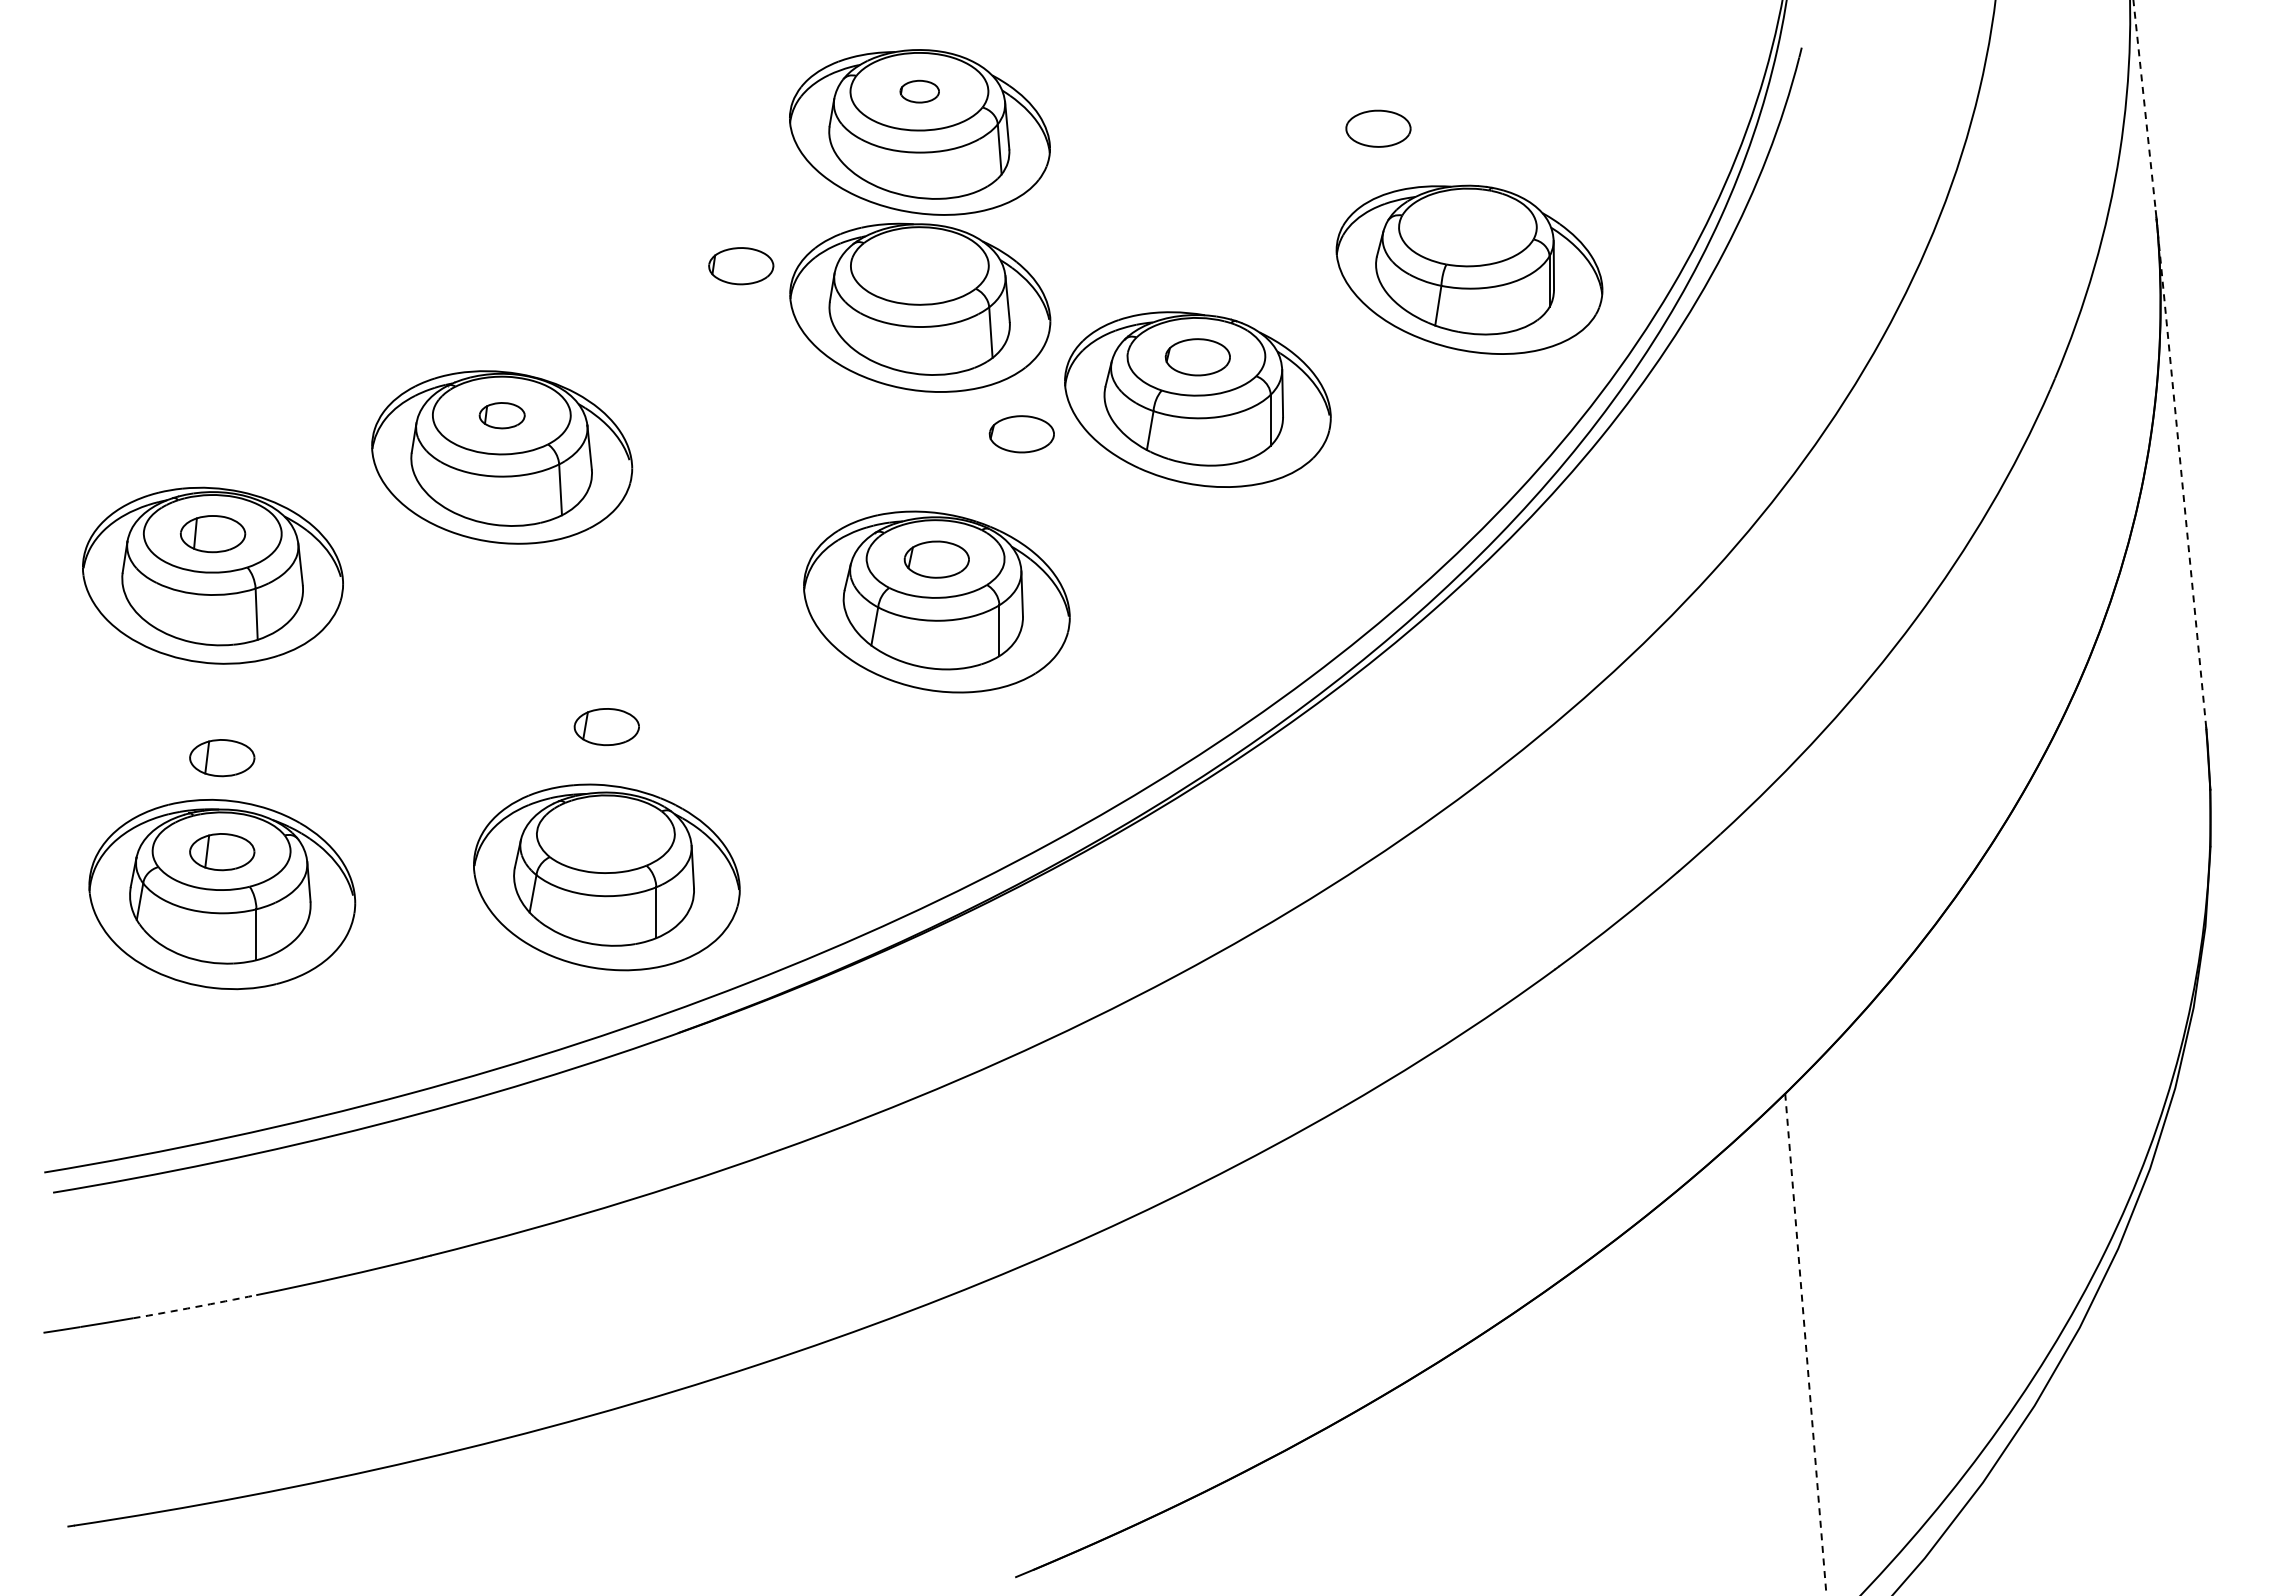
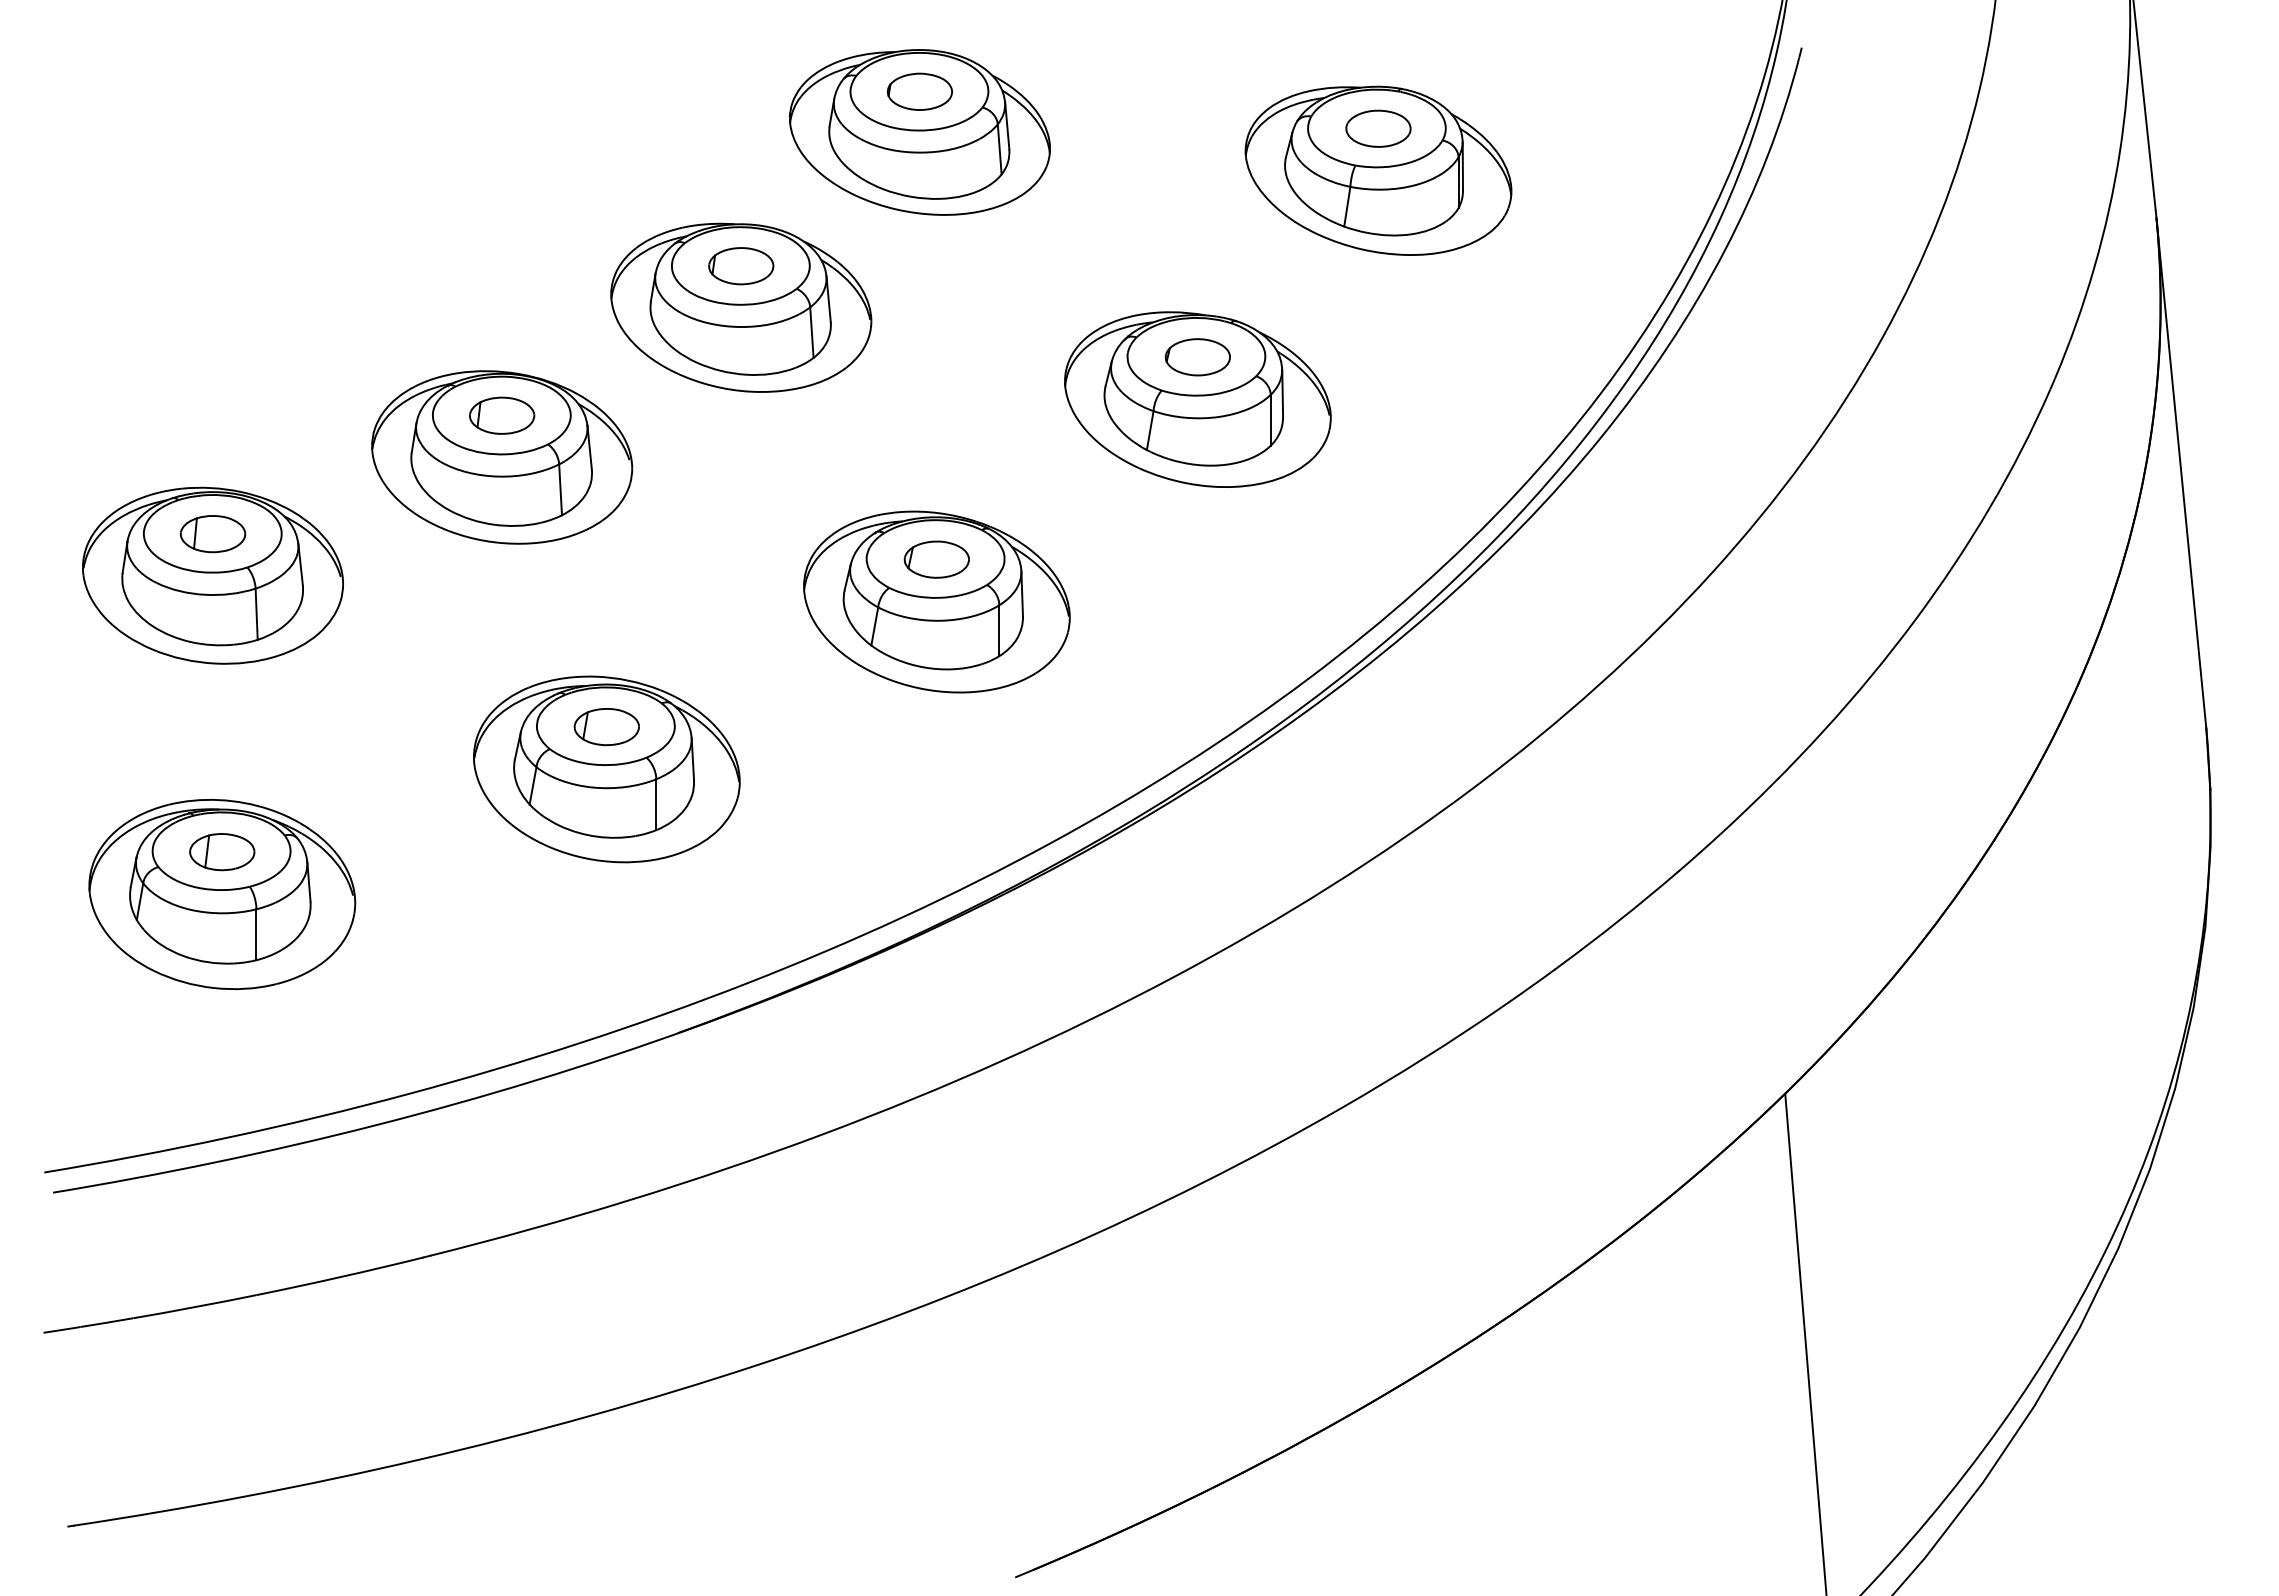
part at (919, 91) size: 41x25 px -> 67x39 px
line at (2144, 105): dashed -> solid
part at (1469, 269) position: (1469, 269) -> (1378, 170)
part at (920, 307) position: (920, 307) -> (741, 307)
part at (501, 415) size: 48x28 px -> 67x39 px
part at (1021, 434): present -> none
line at (2181, 473): dashed -> solid
part at (222, 758): present -> none
part at (606, 877) position: (606, 877) -> (606, 769)
arc at (194, 1307): dashed -> solid
line at (1805, 1344): dashed -> solid
